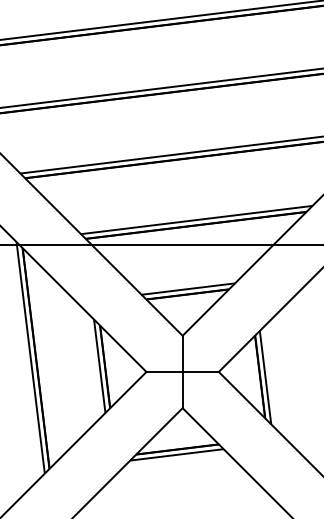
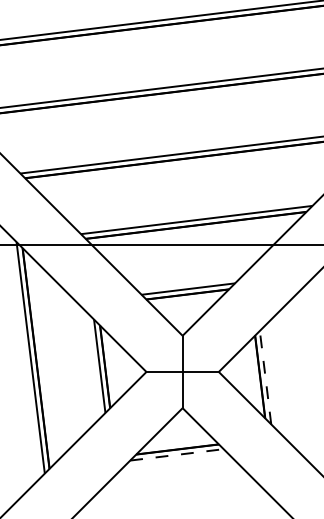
line at (265, 377): solid -> dashed
line at (177, 454): solid -> dashed
